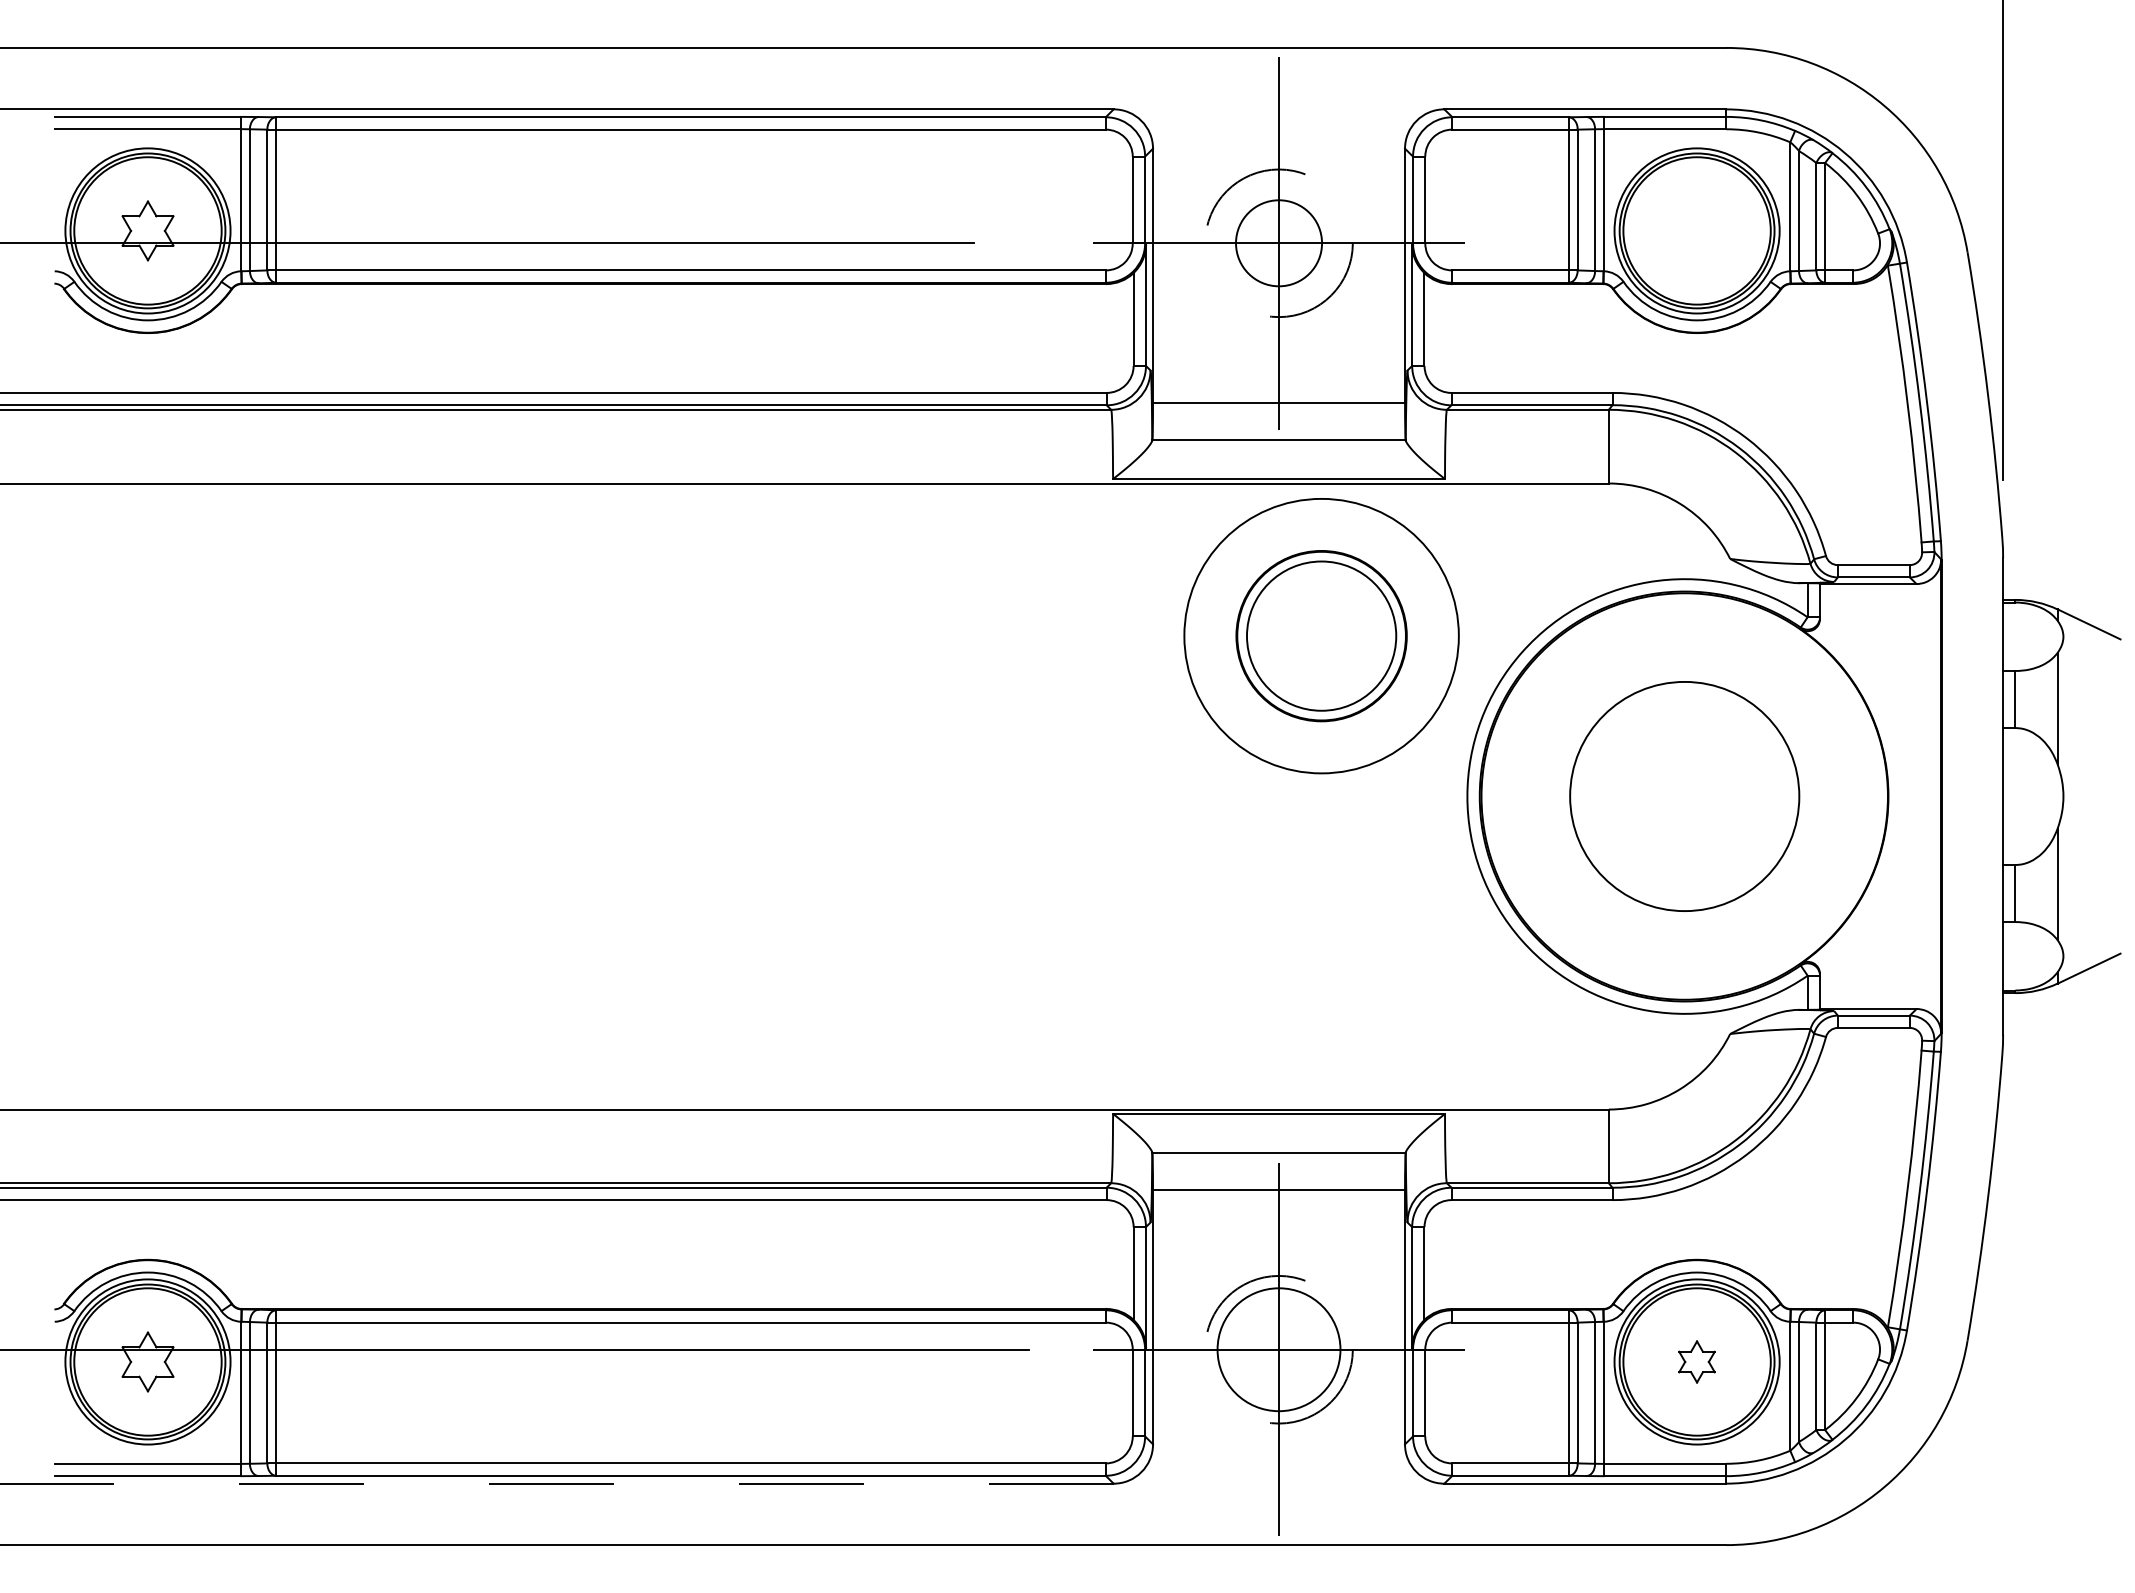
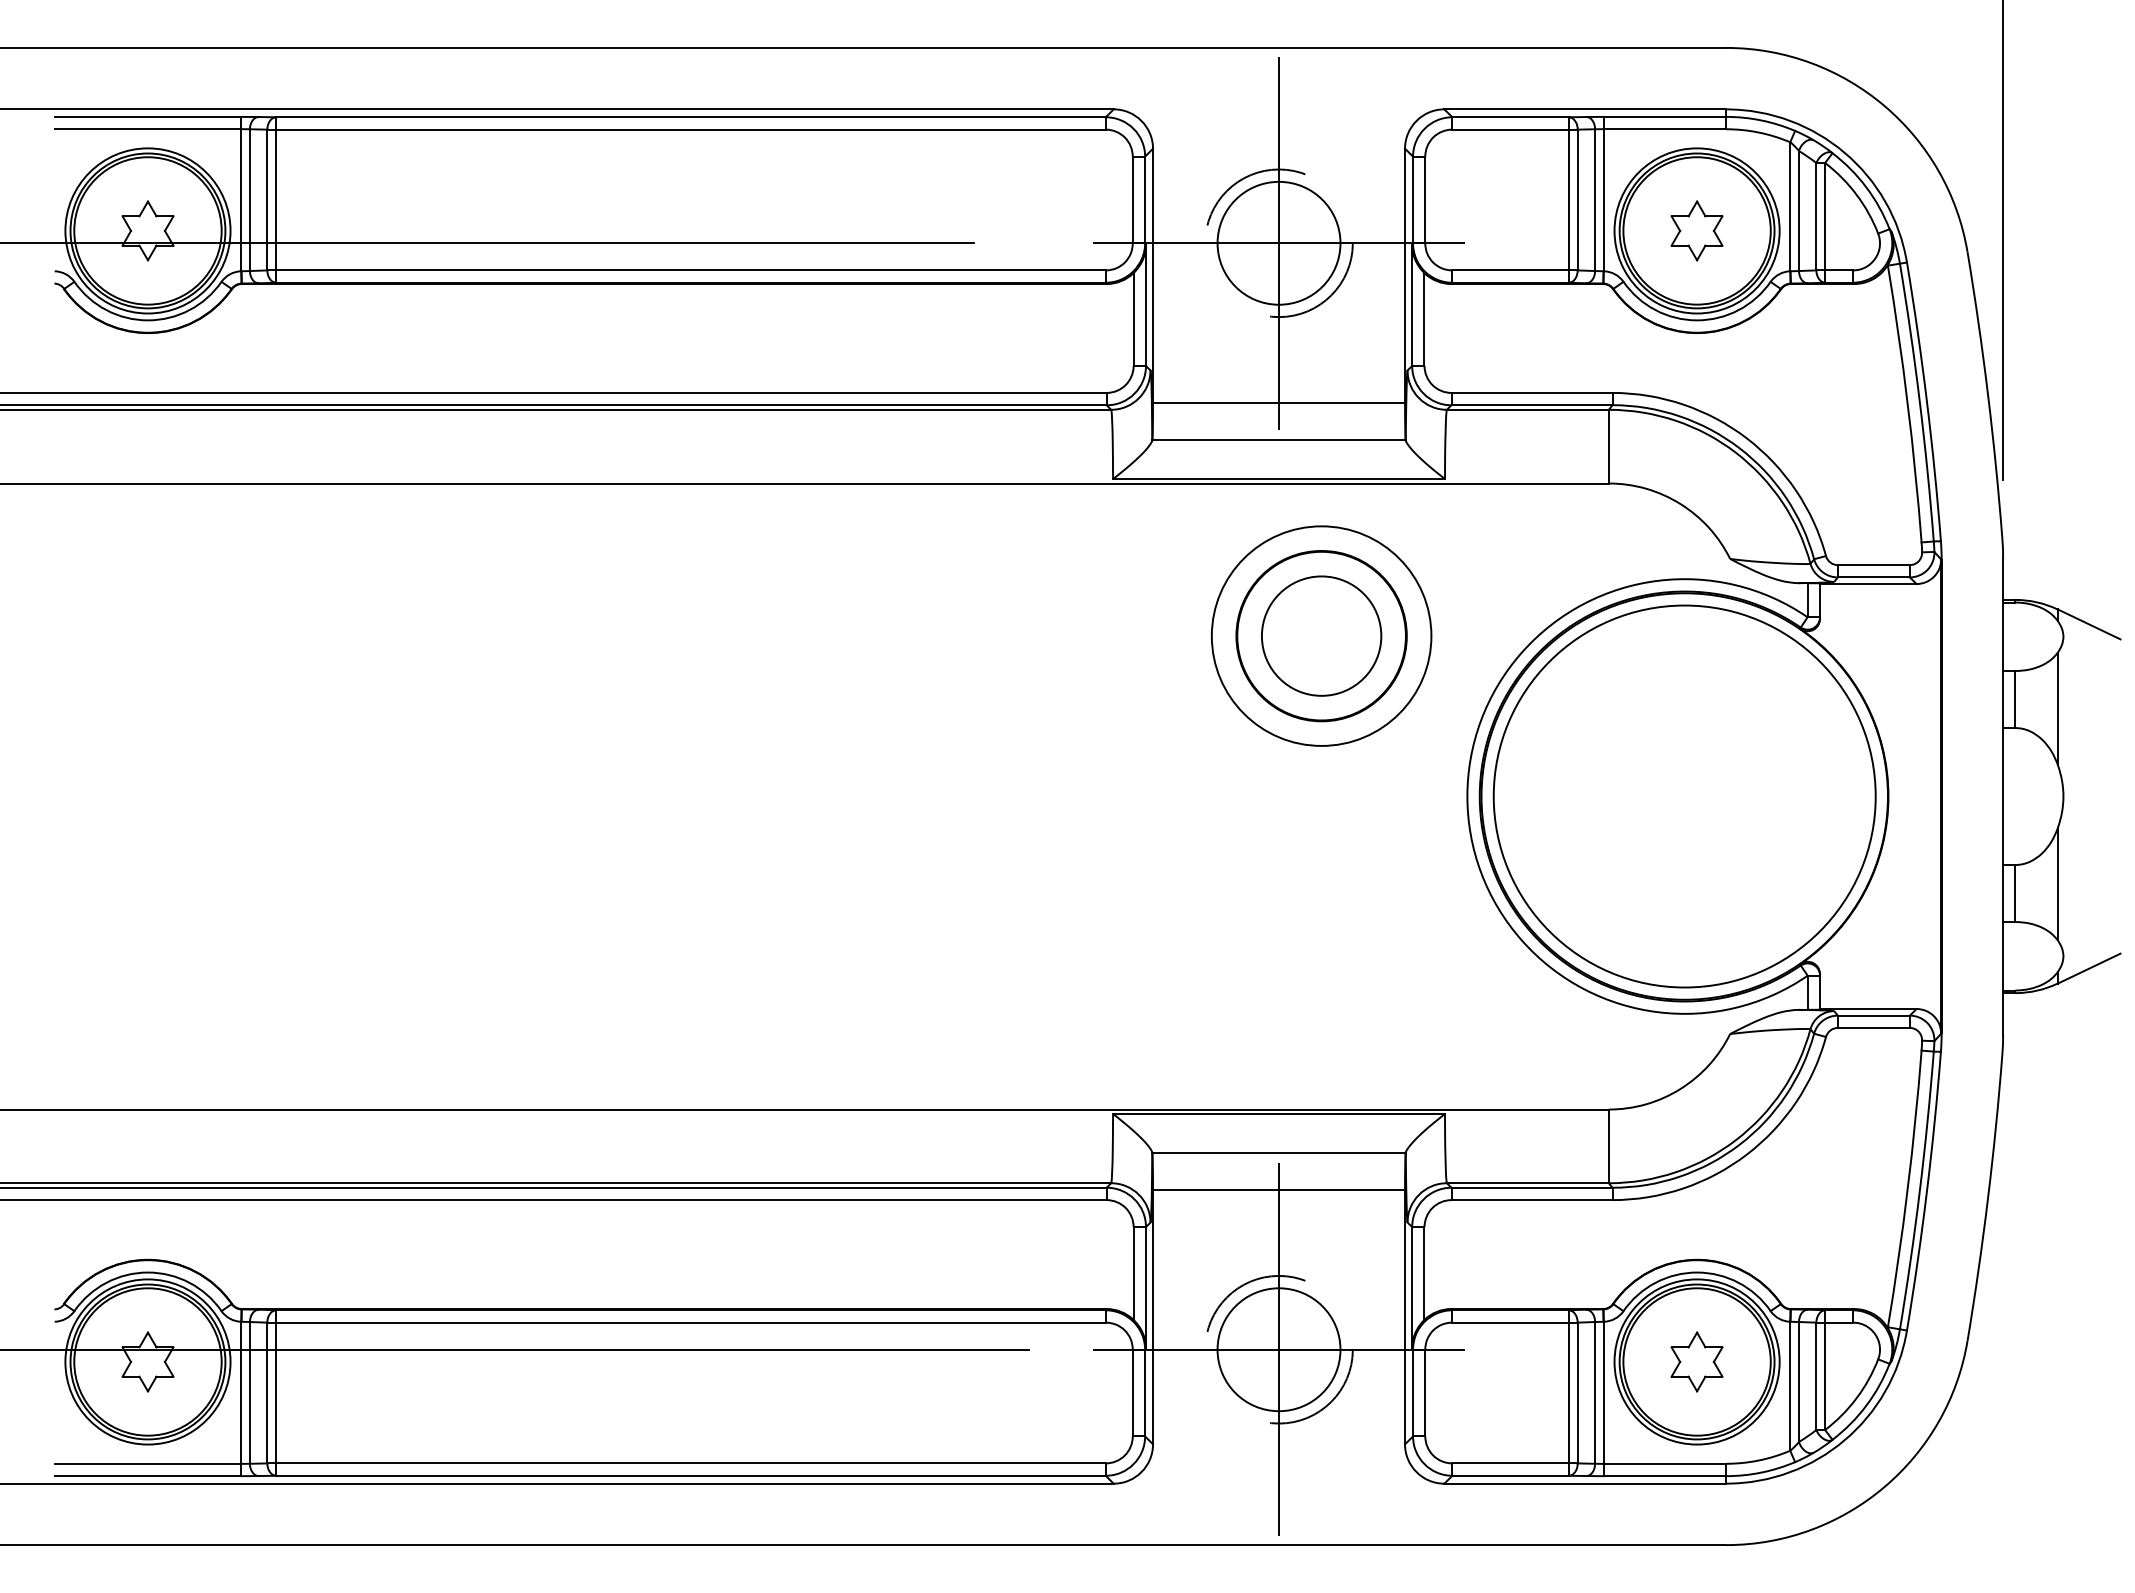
part at (1696, 230): none -> present
circle at (1279, 243) diameter: 86 px -> 123 px
circle at (1321, 635) diameter: 149 px -> 119 px
circle at (1321, 635) diameter: 274 px -> 220 px
circle at (1684, 796) diameter: 229 px -> 382 px
part at (1696, 1361) size: 38x44 px -> 54x62 px
line at (556, 1483): dashed -> solid
